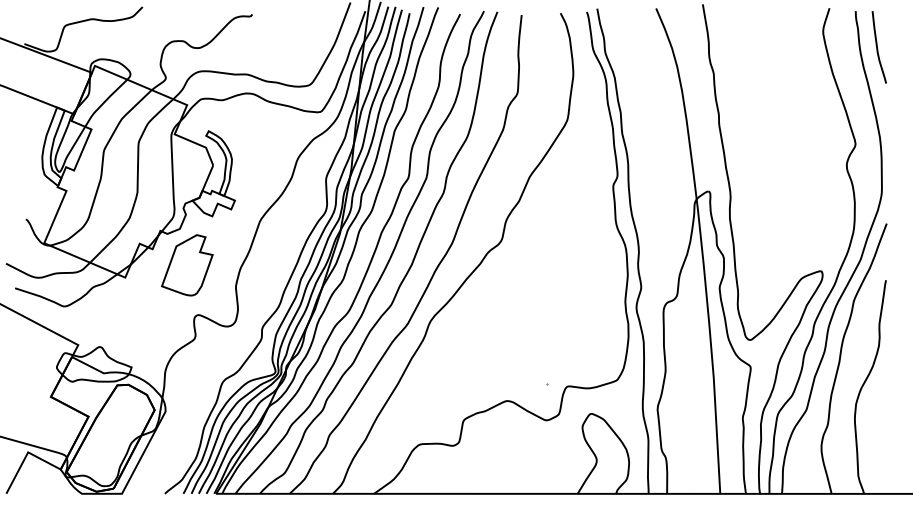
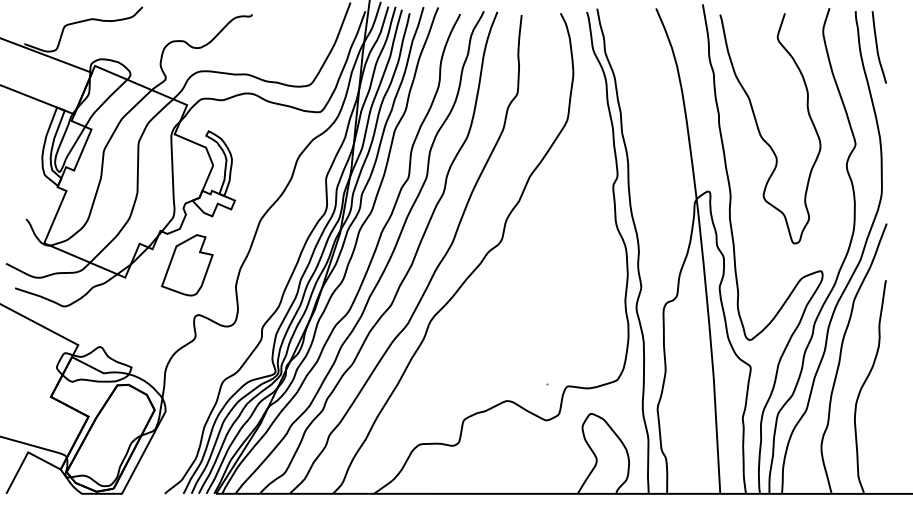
curve at (760, 131): none -> present
